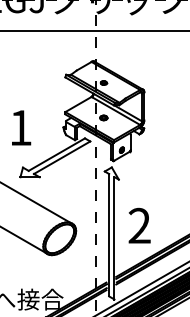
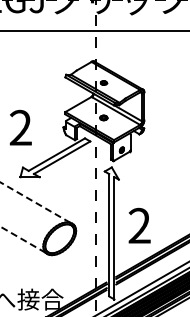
text at (20, 127): 1 -> 2
line at (35, 202): solid -> dashed
line at (23, 239): solid -> dashed
